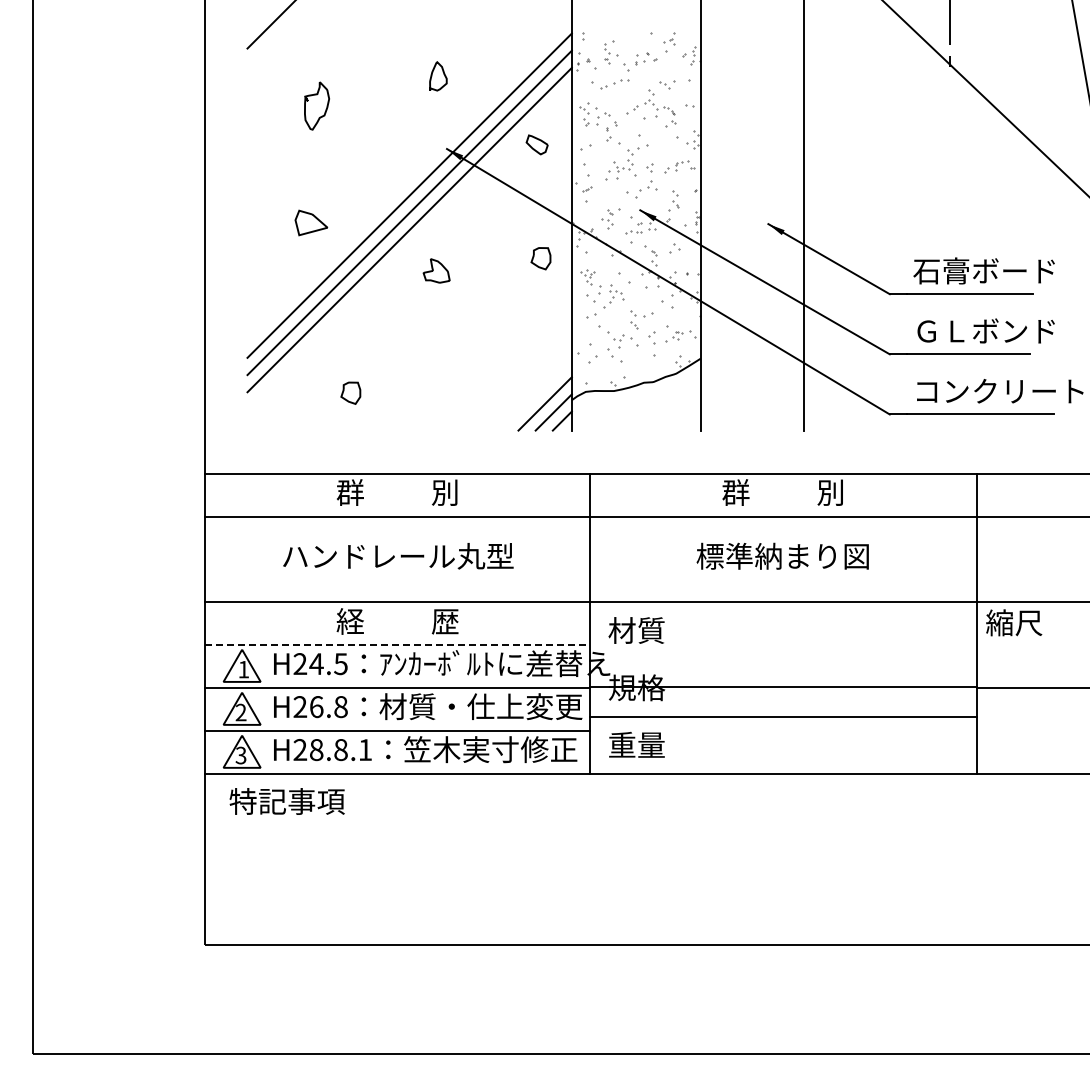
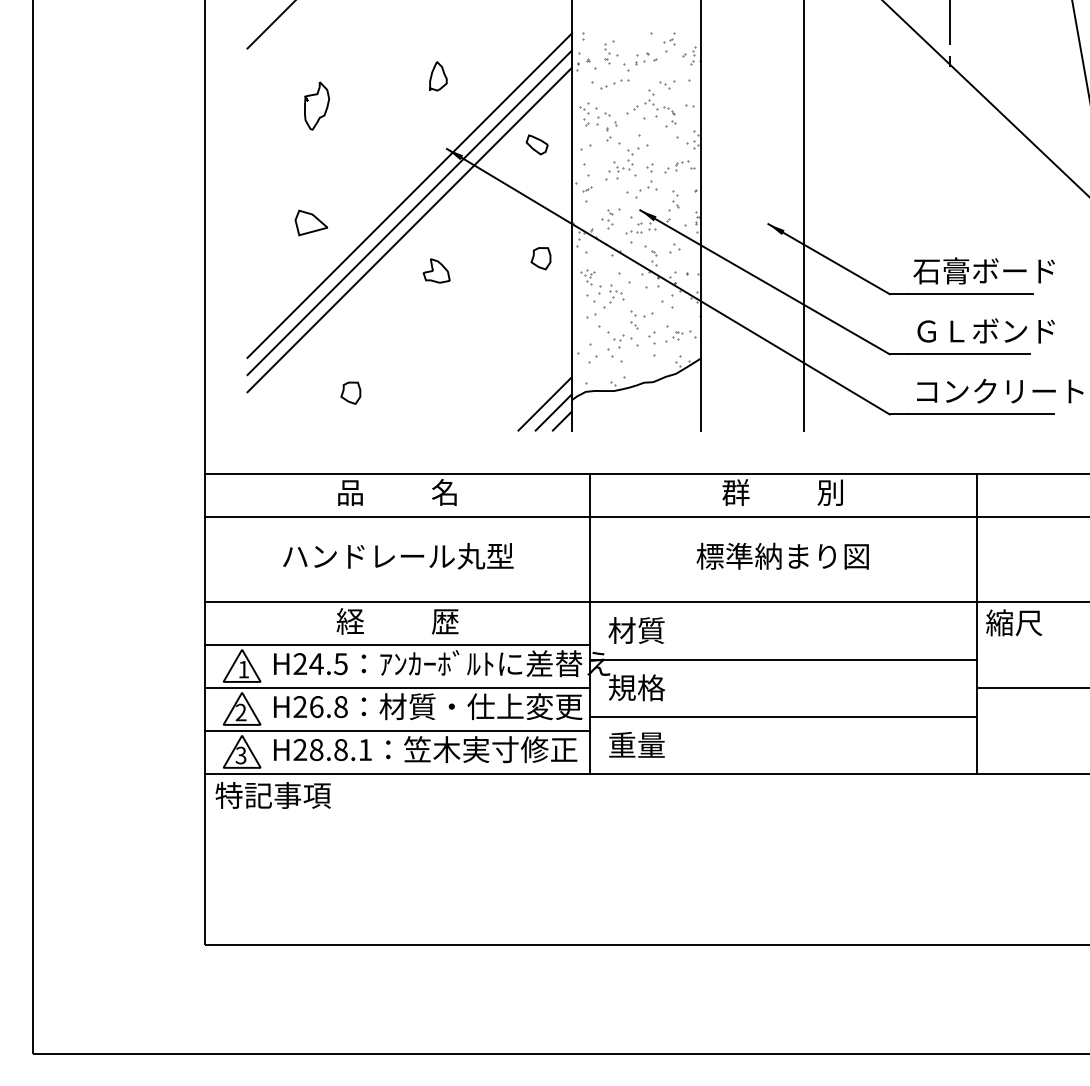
text at (396, 492): 群          別 -> 品          名
line at (397, 645): dashed -> solid
line at (783, 686) position: (783, 686) -> (783, 659)
text at (286, 801) position: (286, 801) -> (272, 795)
